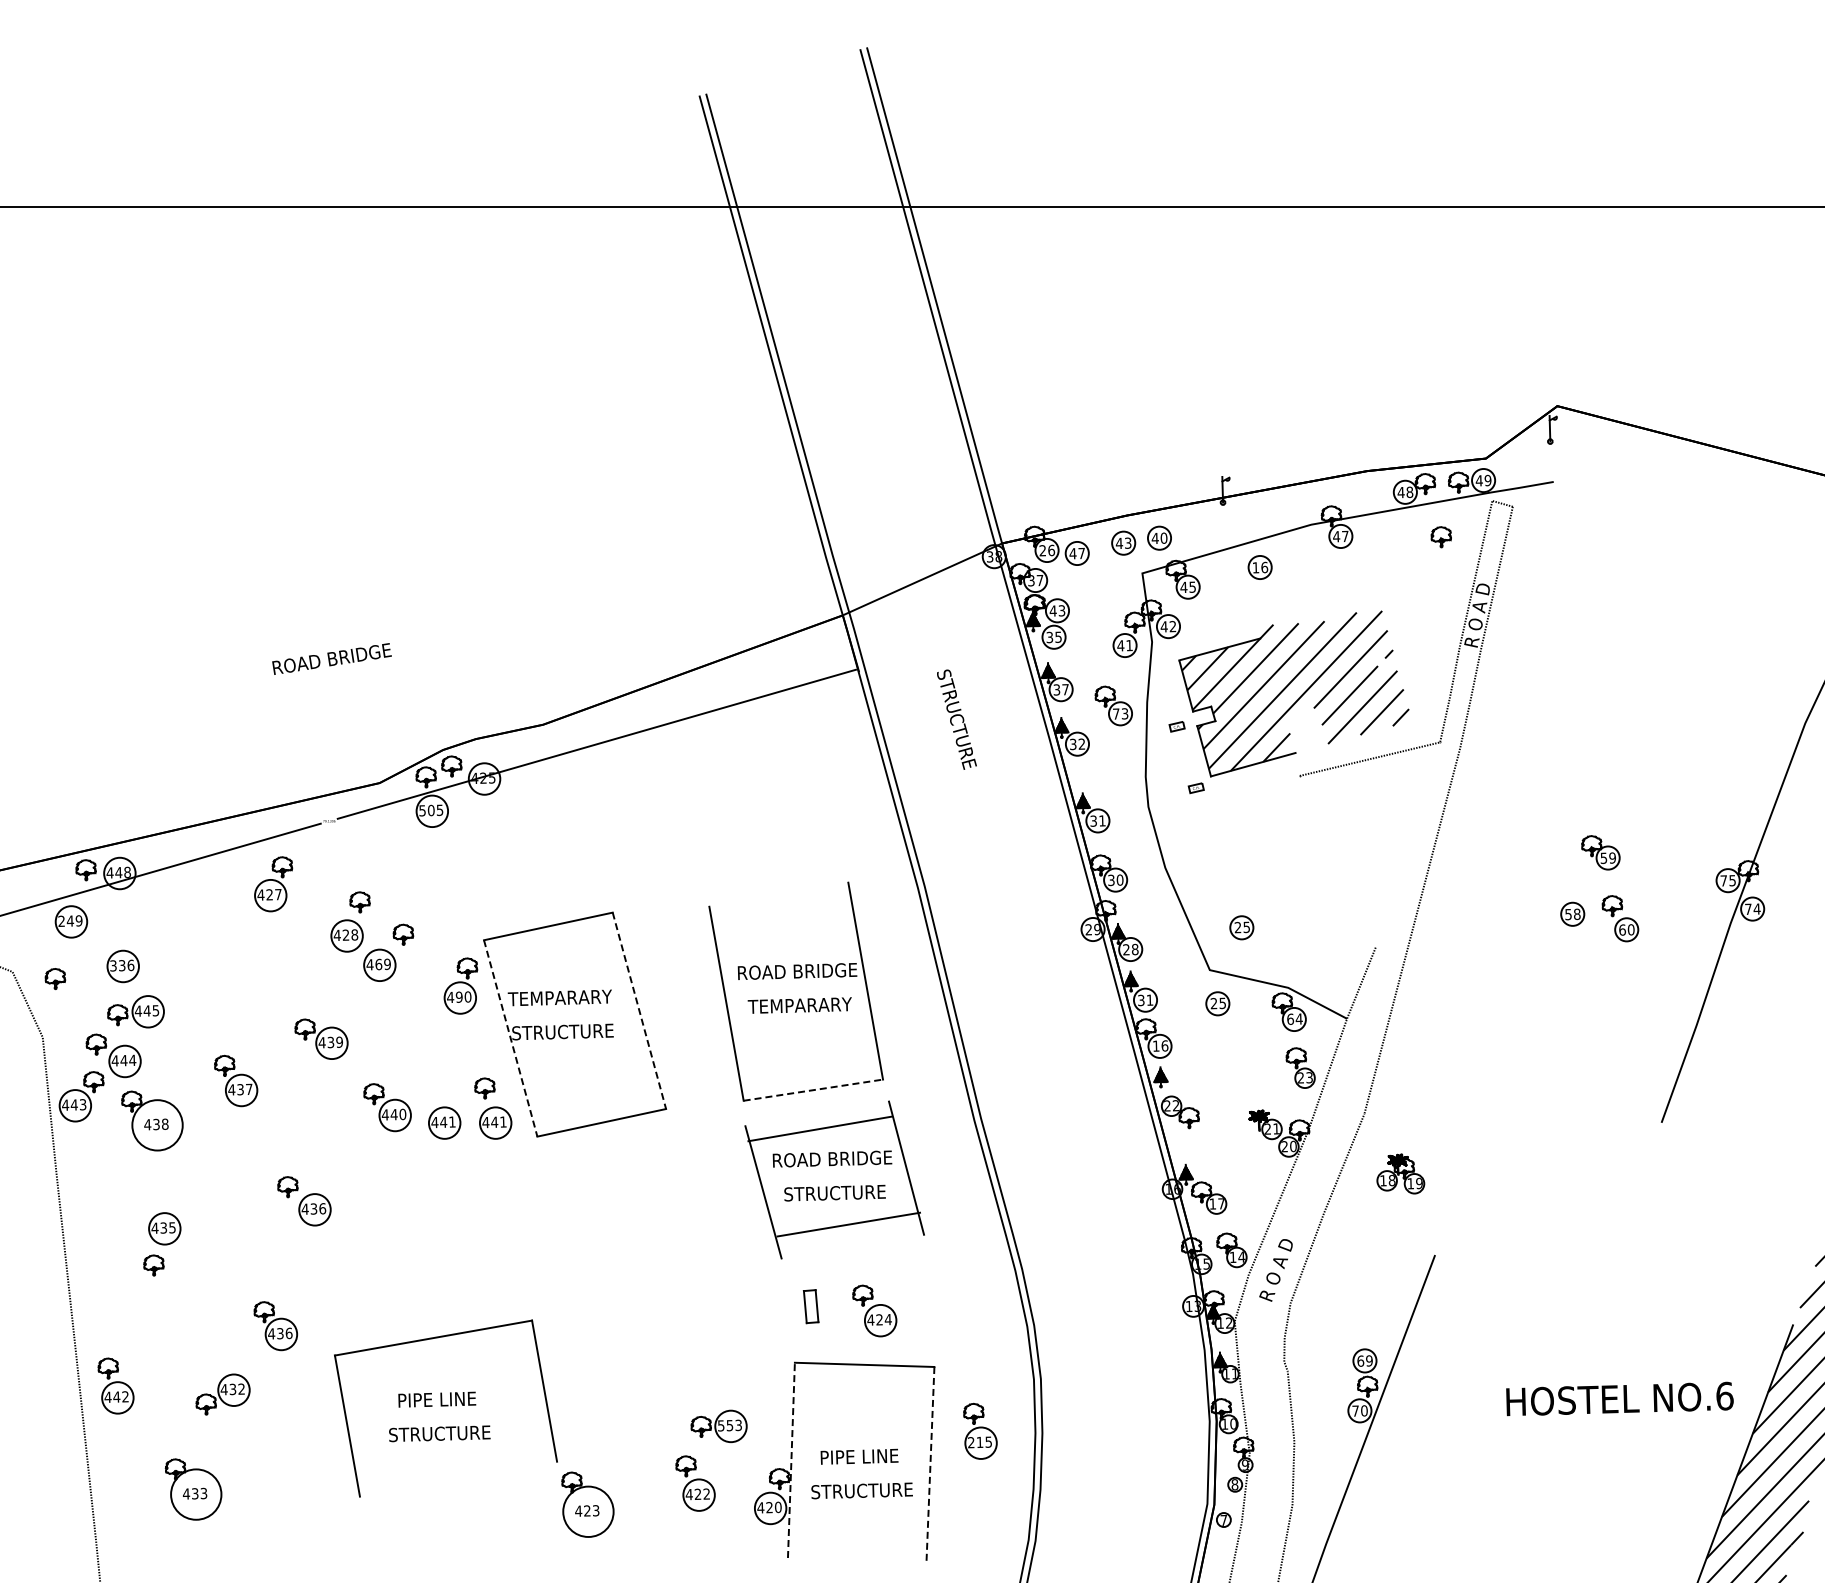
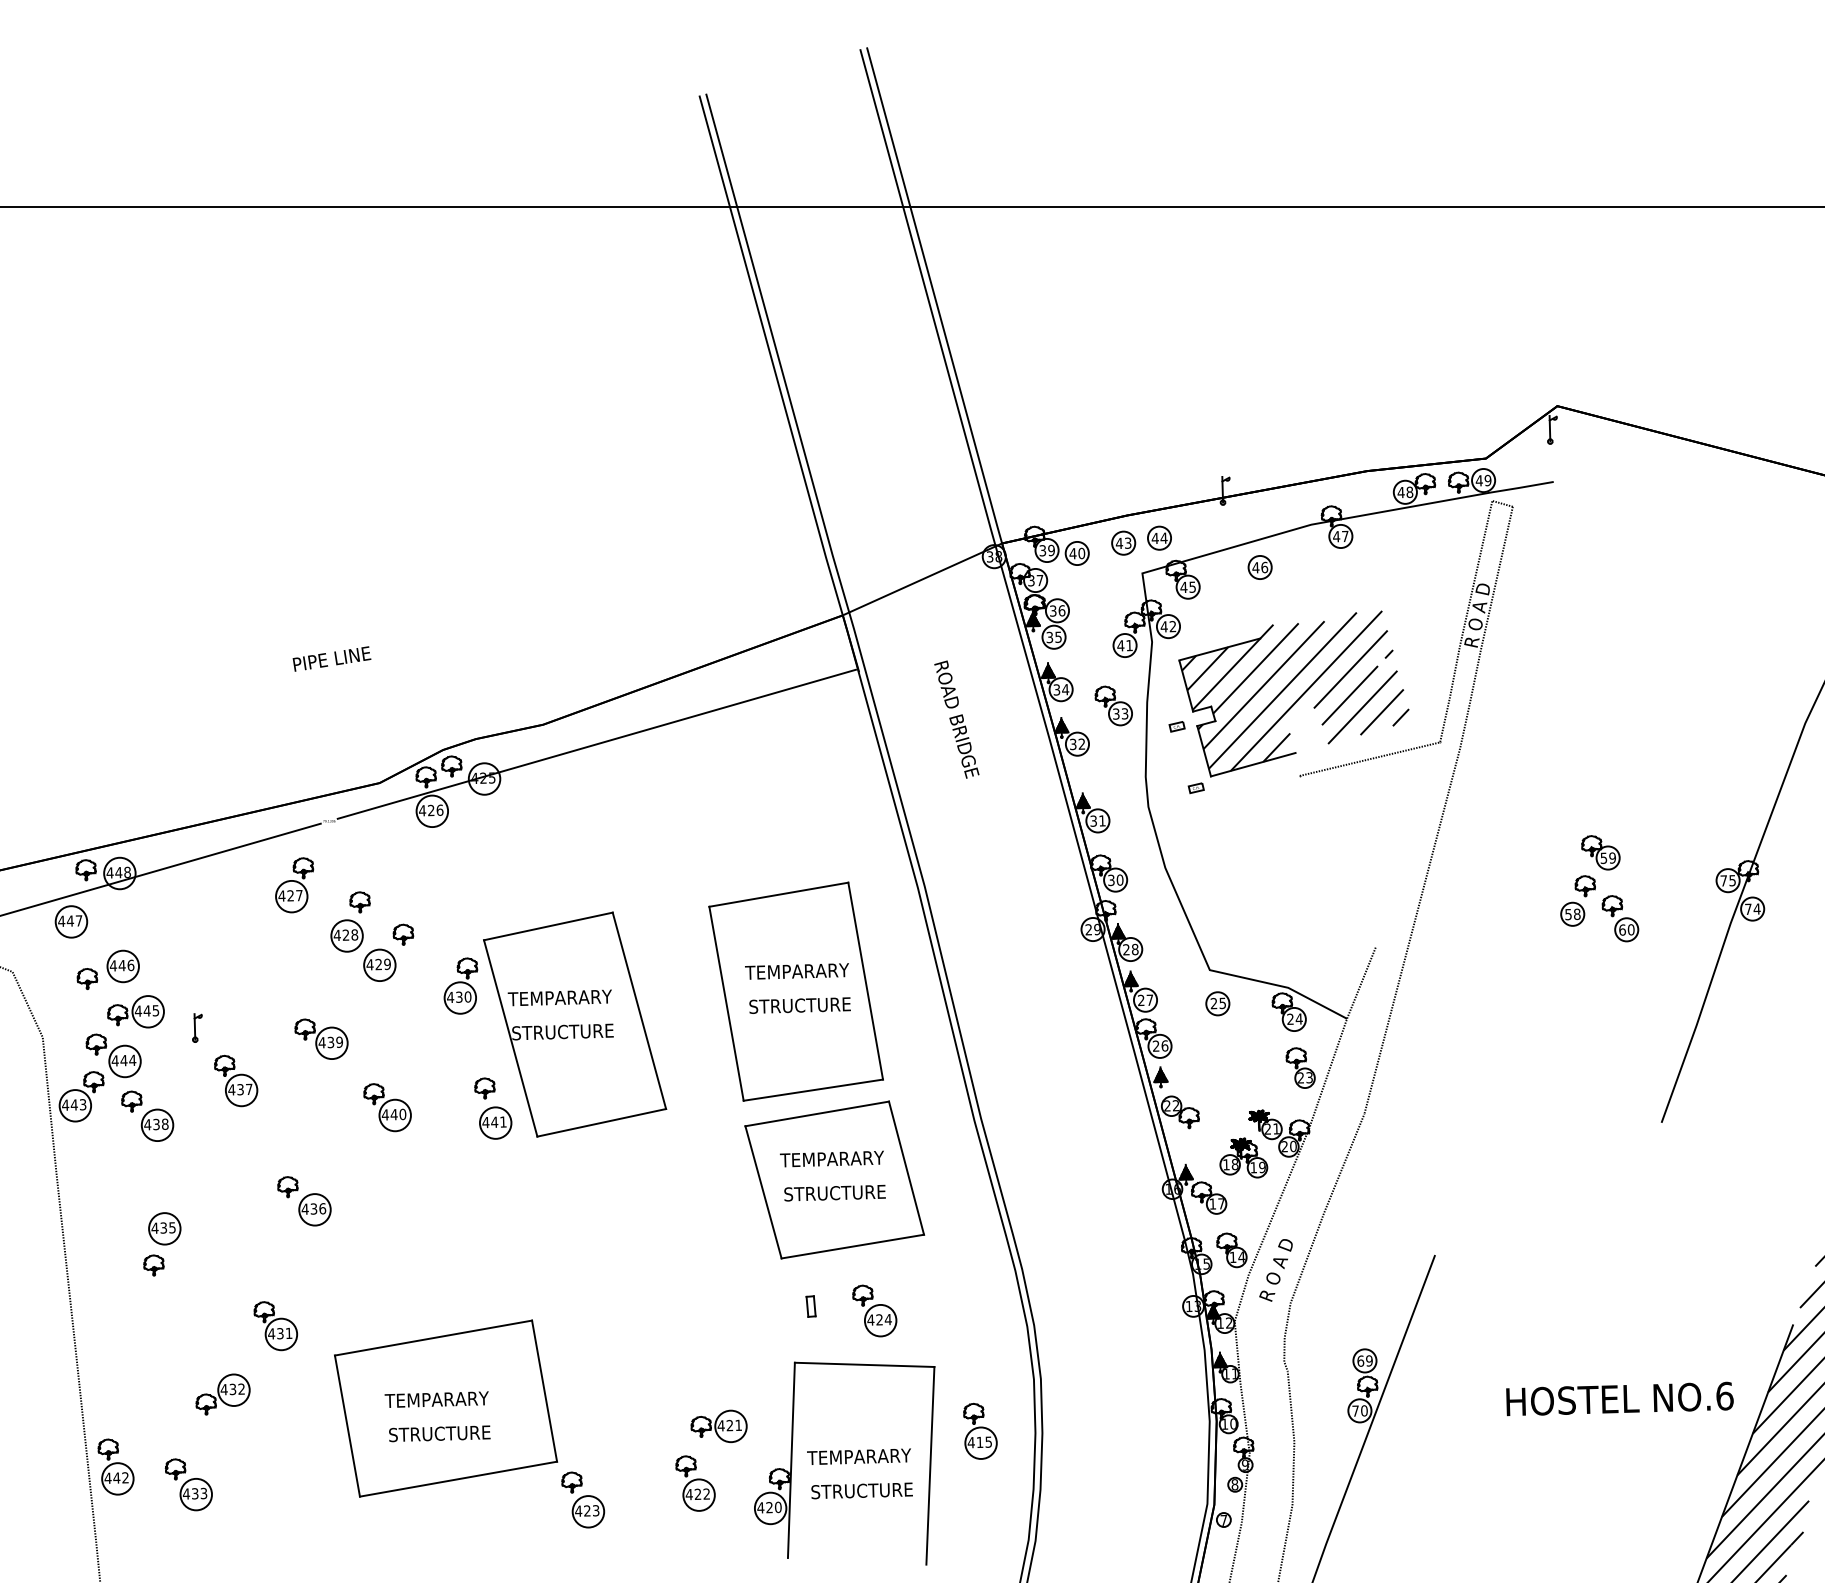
text at (1163, 537): 40 -> 44
part at (1440, 537) position: (1440, 537) -> (1584, 886)
text at (1047, 550): 26 -> 39
text at (1081, 553): 47 -> 40
text at (1255, 567): 16 -> 46
text at (1057, 610): 43 -> 36
text at (331, 658): ROAD BRIDGE -> PIPE LINE
text at (1065, 689): 37 -> 34
text at (1116, 713): 73 -> 33
text at (956, 719): STRUCTURE -> ROAD BRIDGE
text at (431, 810): 505 -> 426
part at (273, 884) position: (273, 884) -> (294, 885)
line at (778, 894): none -> present
text at (70, 920): 249 -> 447
part at (1241, 927): present -> none
text at (378, 964): 469 -> 429
text at (117, 965): 336 -> 446
text at (797, 971): ROAD BRIDGE -> TEMPARARY
part at (55, 979) position: (55, 979) -> (87, 979)
text at (458, 996): 490 -> 430
text at (1145, 1000): 31 -> 27
text at (799, 1005): TEMPARARY -> STRUCTURE
line at (639, 1010): dashed -> solid
text at (1290, 1018): 64 -> 24
part at (197, 1027): none -> present
line at (510, 1038): dashed -> solid
text at (1155, 1045): 16 -> 26
line at (813, 1090): dashed -> solid
part at (444, 1122): present -> none
circle at (157, 1125) diameter: 50 px -> 31 px
line at (820, 1128) position: (820, 1128) -> (817, 1113)
text at (832, 1158): ROAD BRIDGE -> TEMPARARY
part at (1400, 1173) position: (1400, 1173) -> (1243, 1157)
line at (848, 1224) position: (848, 1224) -> (852, 1246)
part at (810, 1306) size: 18x36 px -> 12x23 px
text at (288, 1333): 436 -> 431
part at (115, 1385) position: (115, 1385) -> (115, 1466)
text at (436, 1399): PIPE LINE -> TEMPARARY
text at (729, 1425): 553 -> 421
text at (970, 1442): 215 -> 415
text at (858, 1456): PIPE LINE -> TEMPARARY
line at (791, 1460): dashed -> solid
line at (930, 1465): dashed -> solid
line at (458, 1478): none -> present
circle at (196, 1494) diameter: 50 px -> 31 px
circle at (588, 1511) diameter: 50 px -> 31 px
